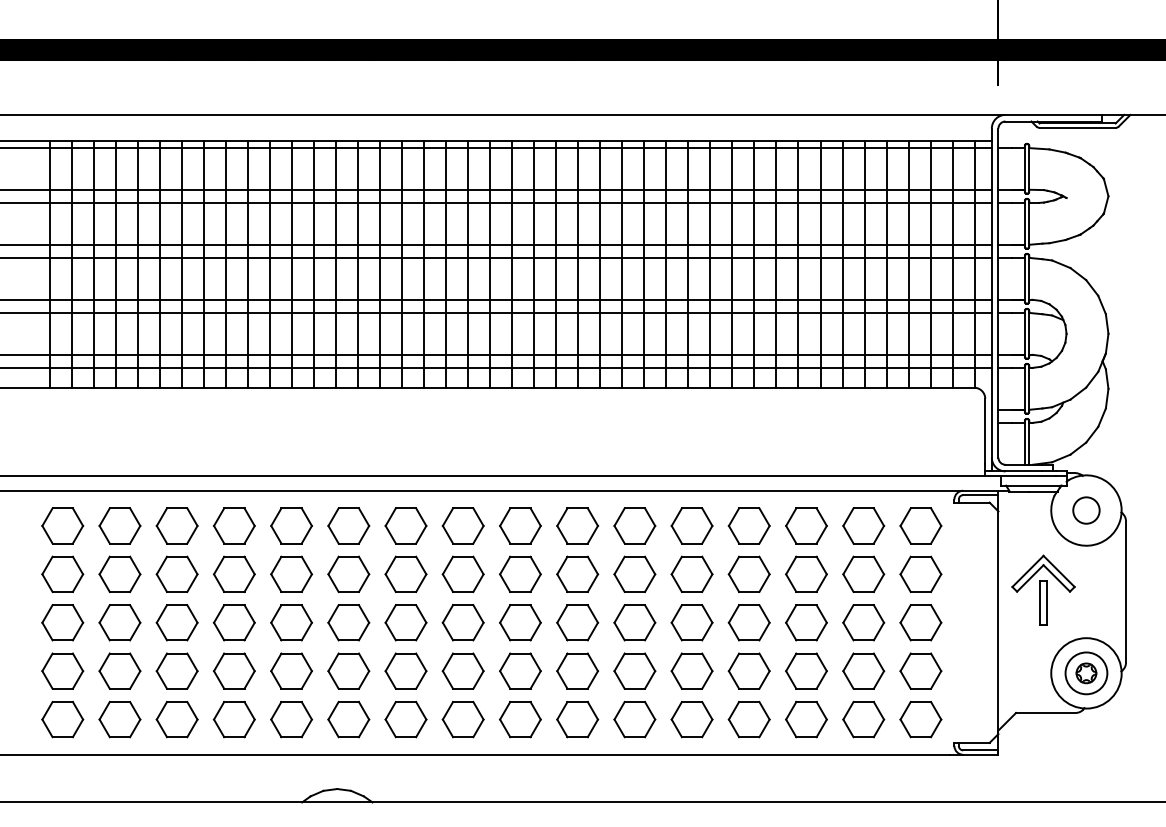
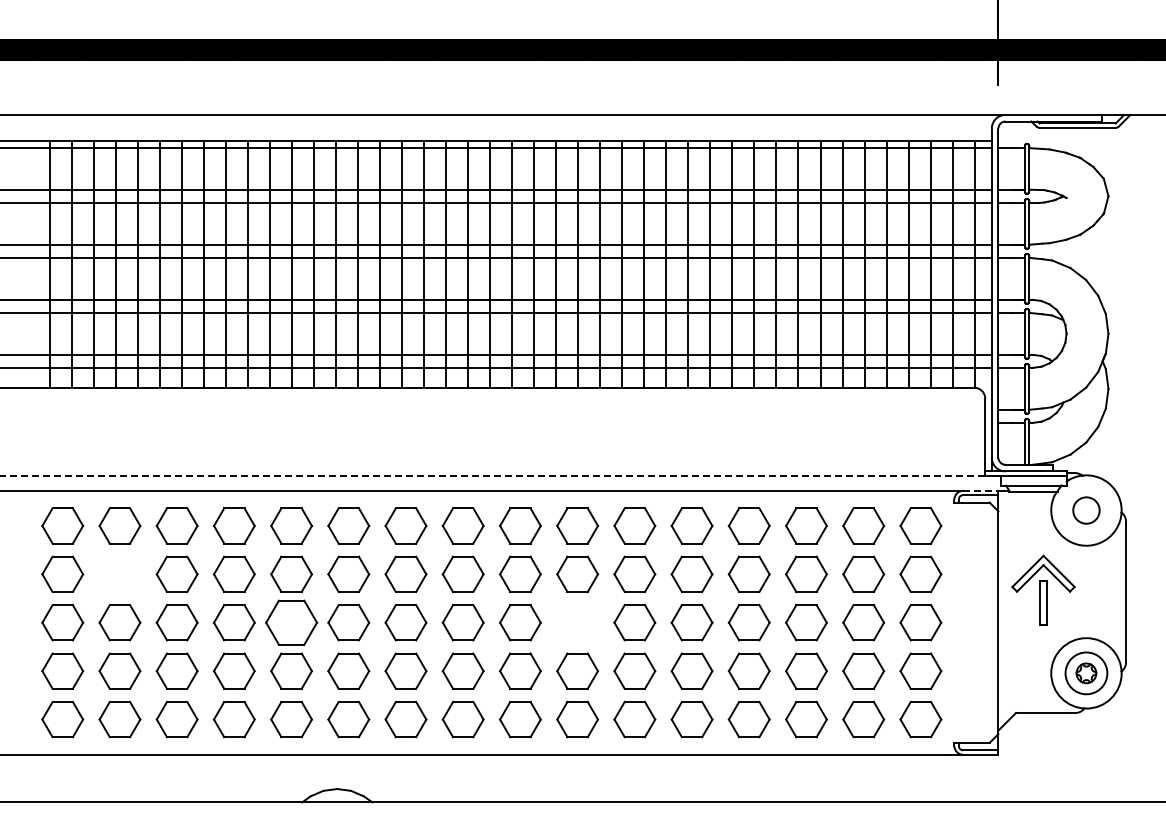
line at (493, 475): solid -> dashed
line at (980, 490): solid -> dashed
part at (119, 573): present -> none
part at (291, 622) size: 43x38 px -> 54x47 px
part at (577, 622): present -> none
